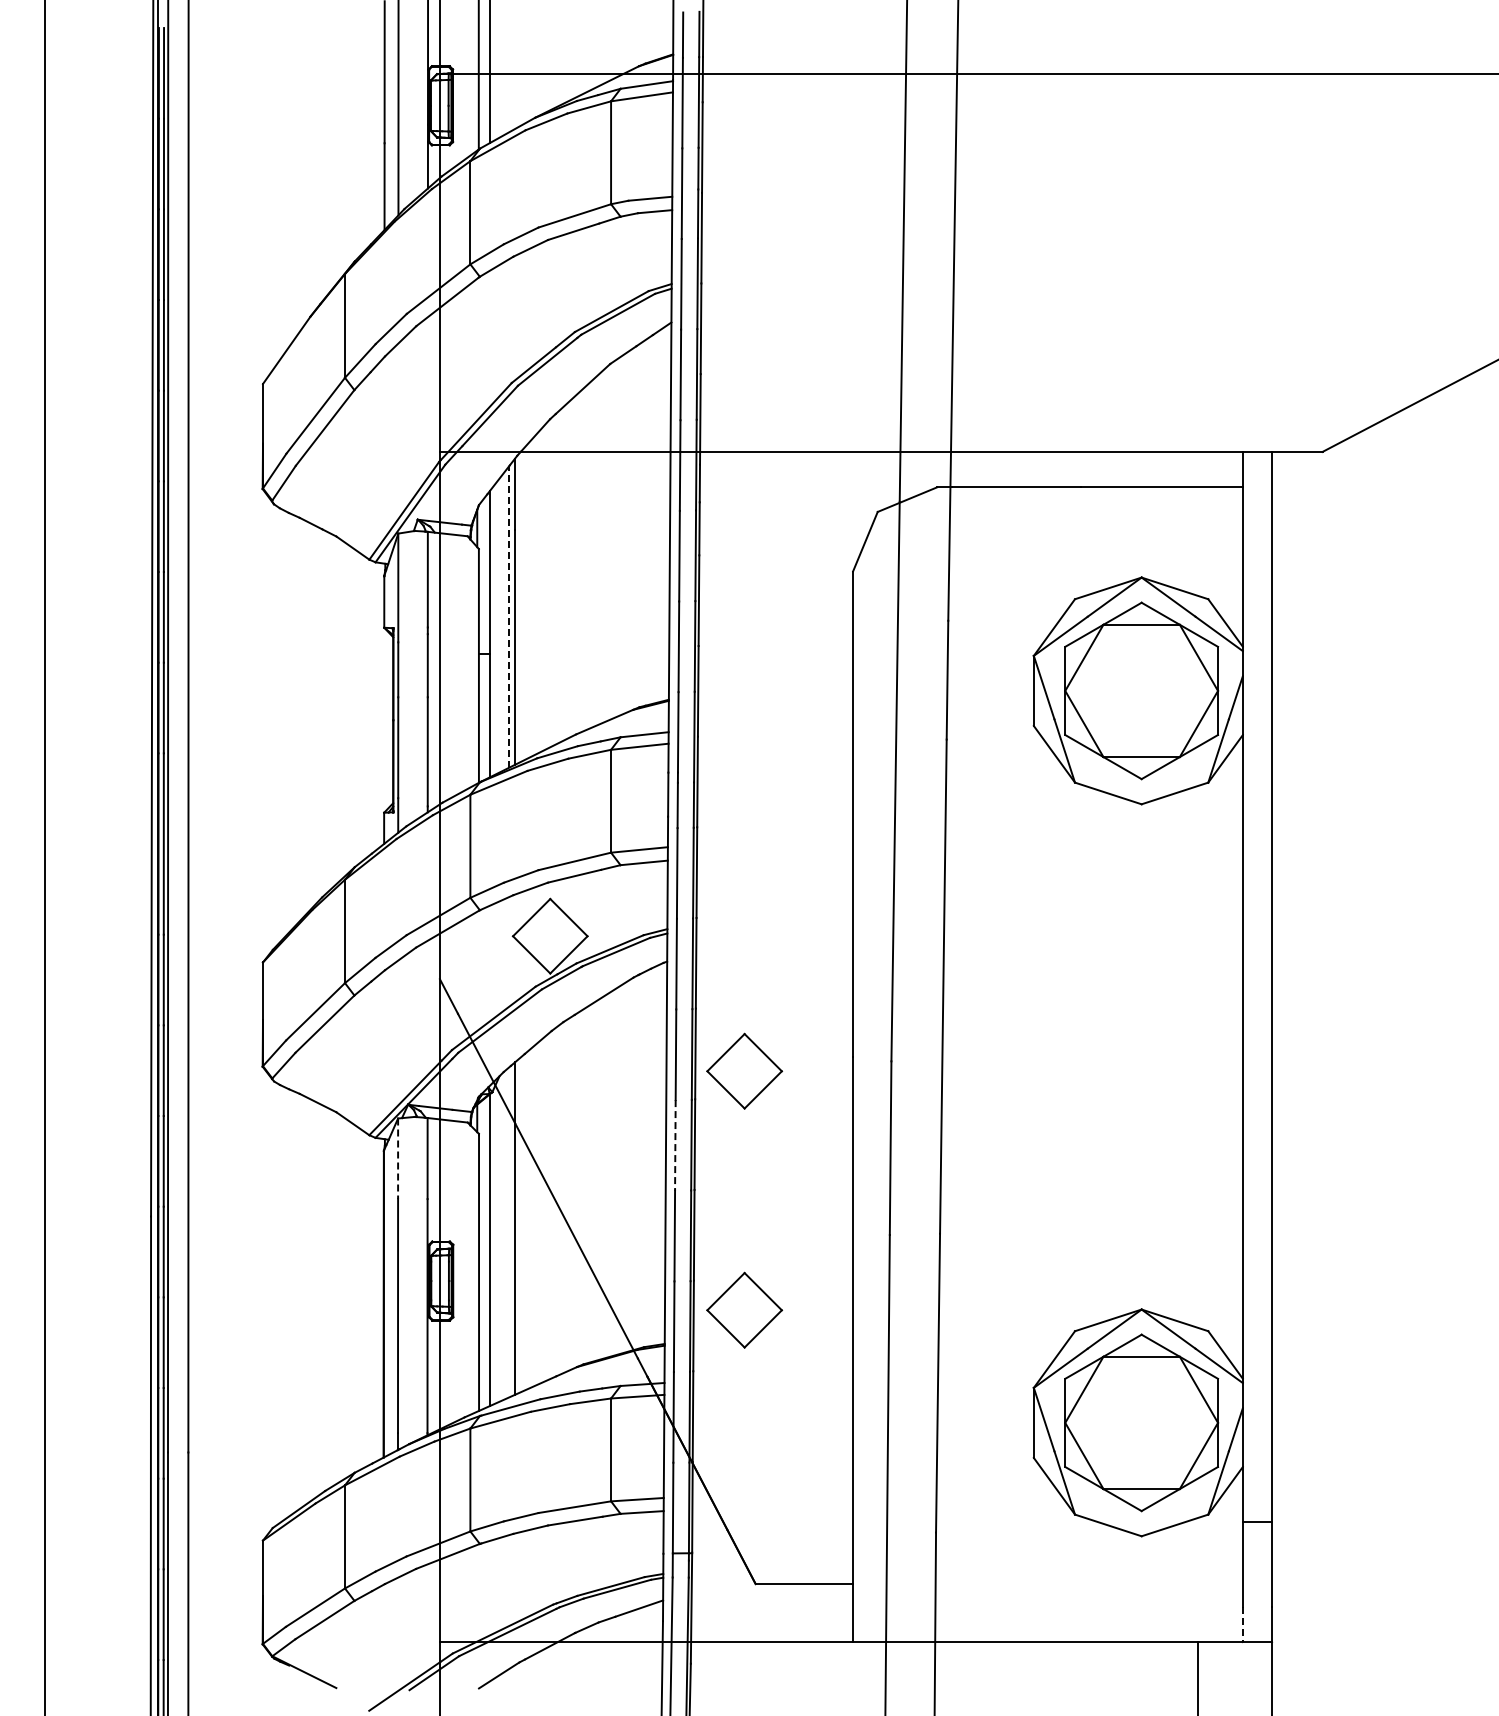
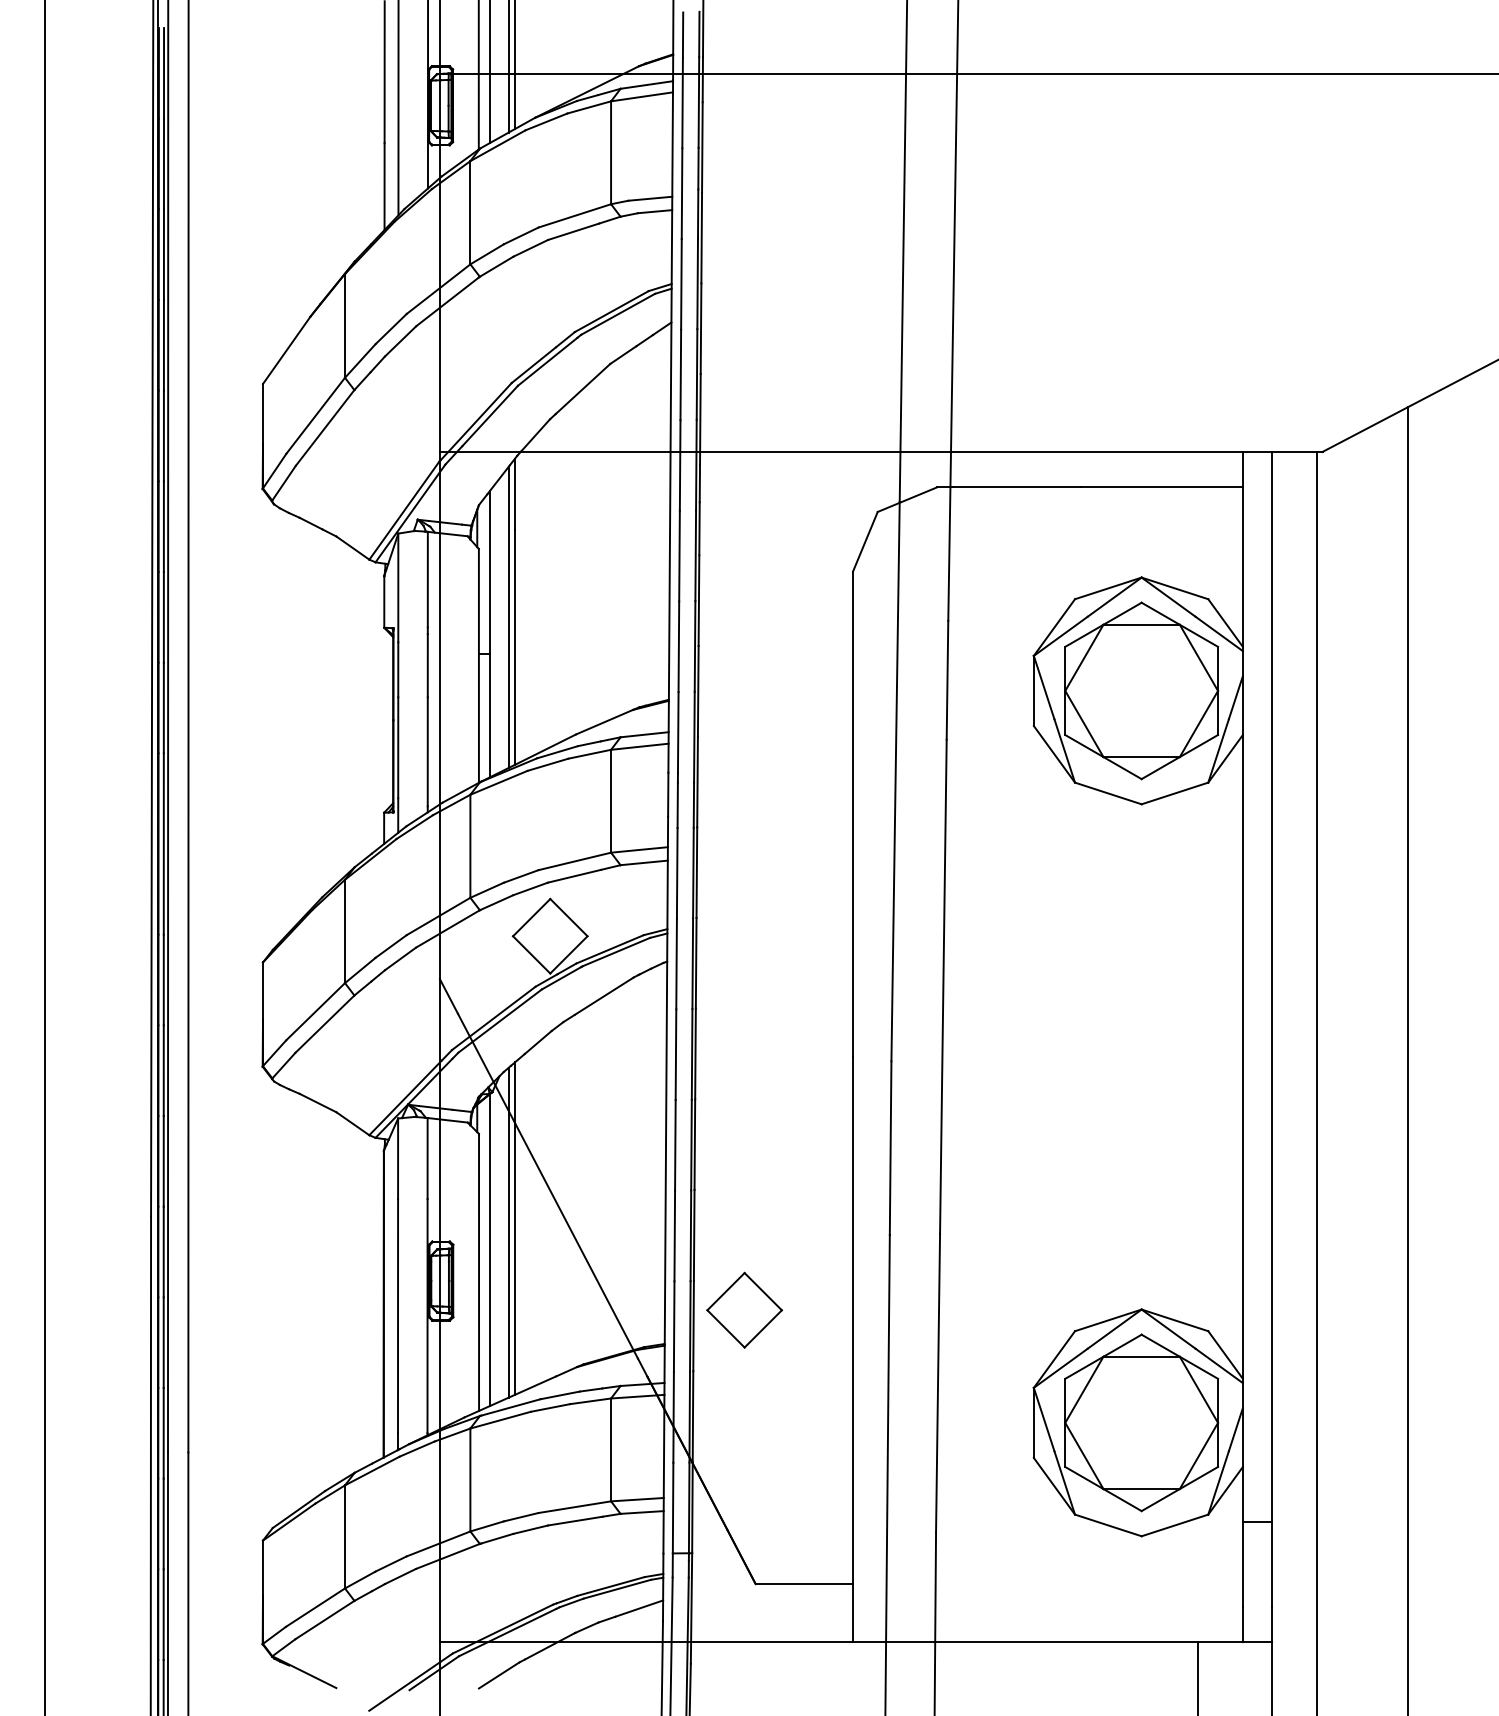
line at (514, 65): none -> present
line at (508, 67): none -> present
line at (508, 617): dashed -> solid
line at (1408, 1059): none -> present
part at (744, 1070): present -> none
line at (1317, 1081): none -> present
line at (675, 1145): dashed -> solid
line at (398, 1159): dashed -> solid
line at (508, 1232): none -> present
line at (1242, 1625): dashed -> solid
